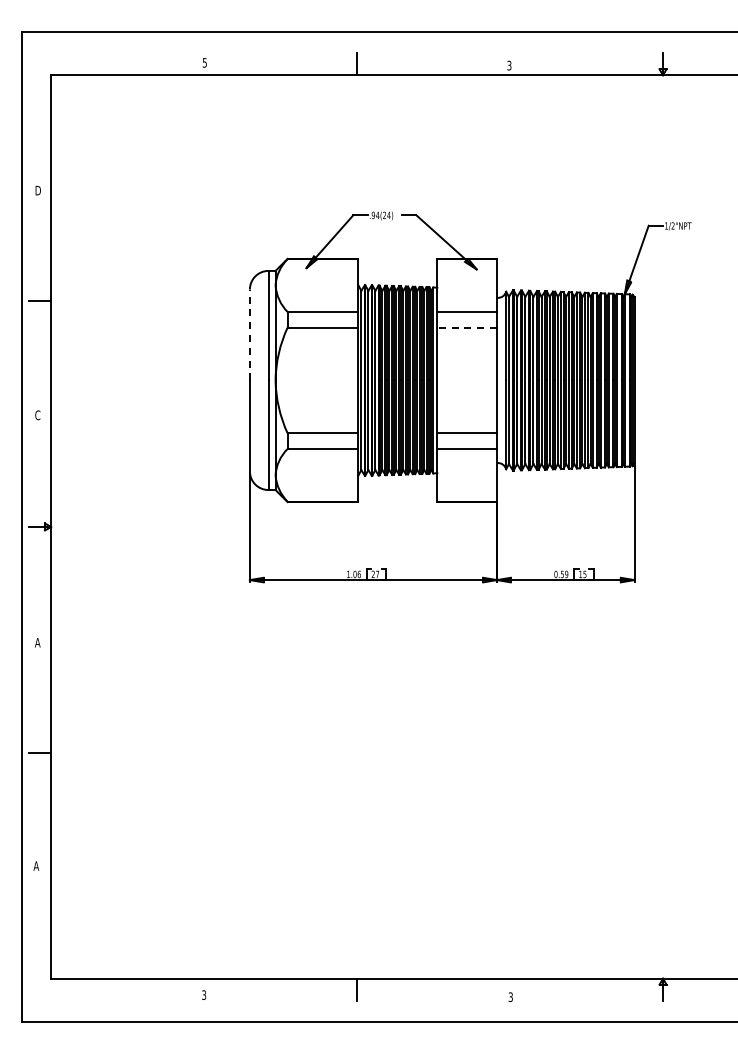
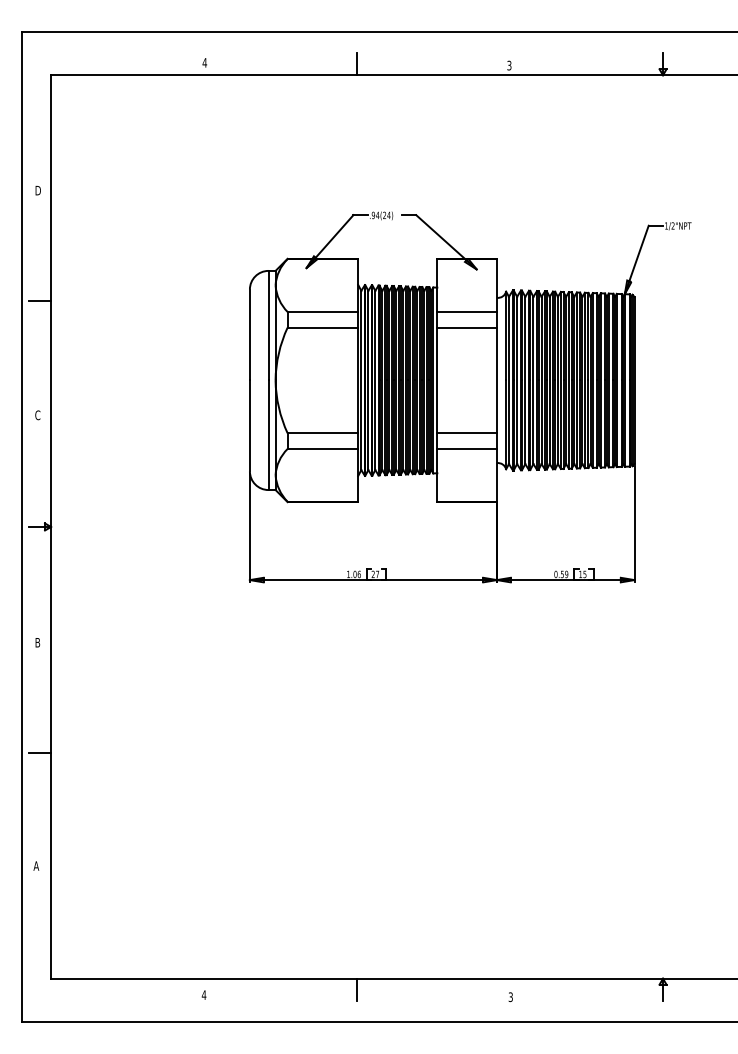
text at (204, 62): 5 -> 4
line at (467, 327): dashed -> solid
line at (249, 334): dashed -> solid
text at (37, 642): A -> B
text at (203, 994): 3 -> 4
